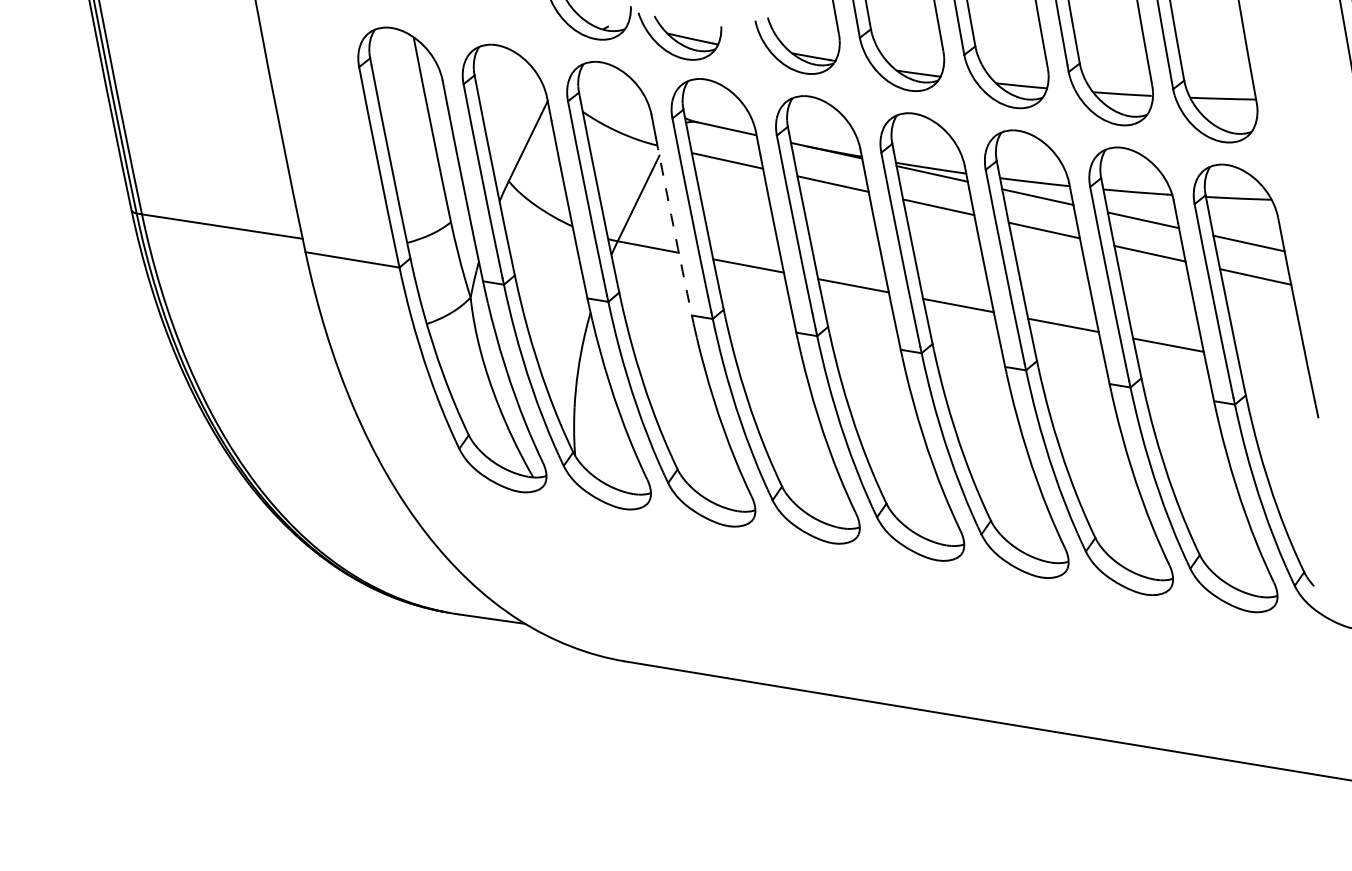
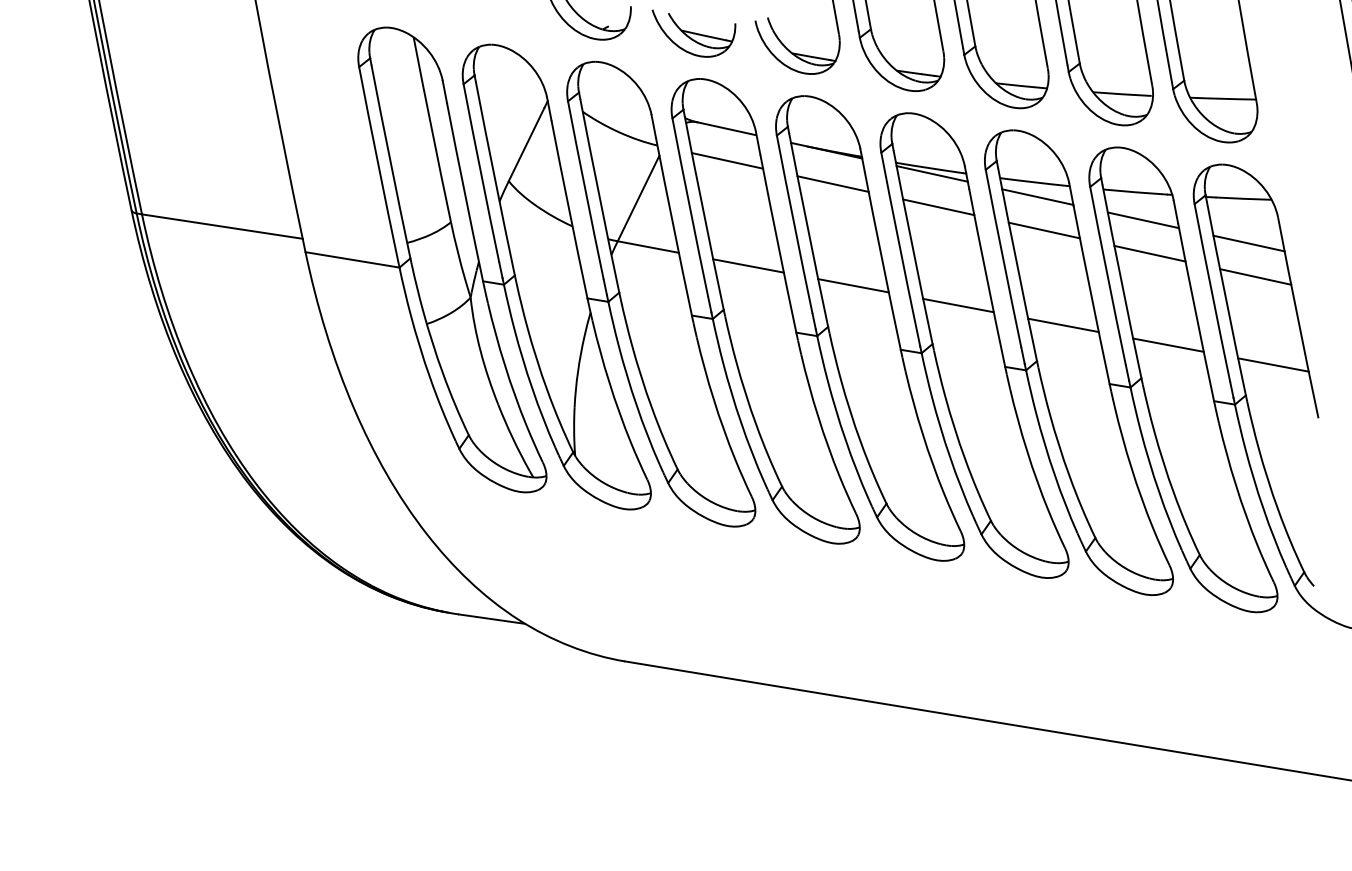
part at (679, 36) position: (679, 36) -> (693, 33)
arc at (673, 226): dashed -> solid
line at (1273, 364): none -> present
